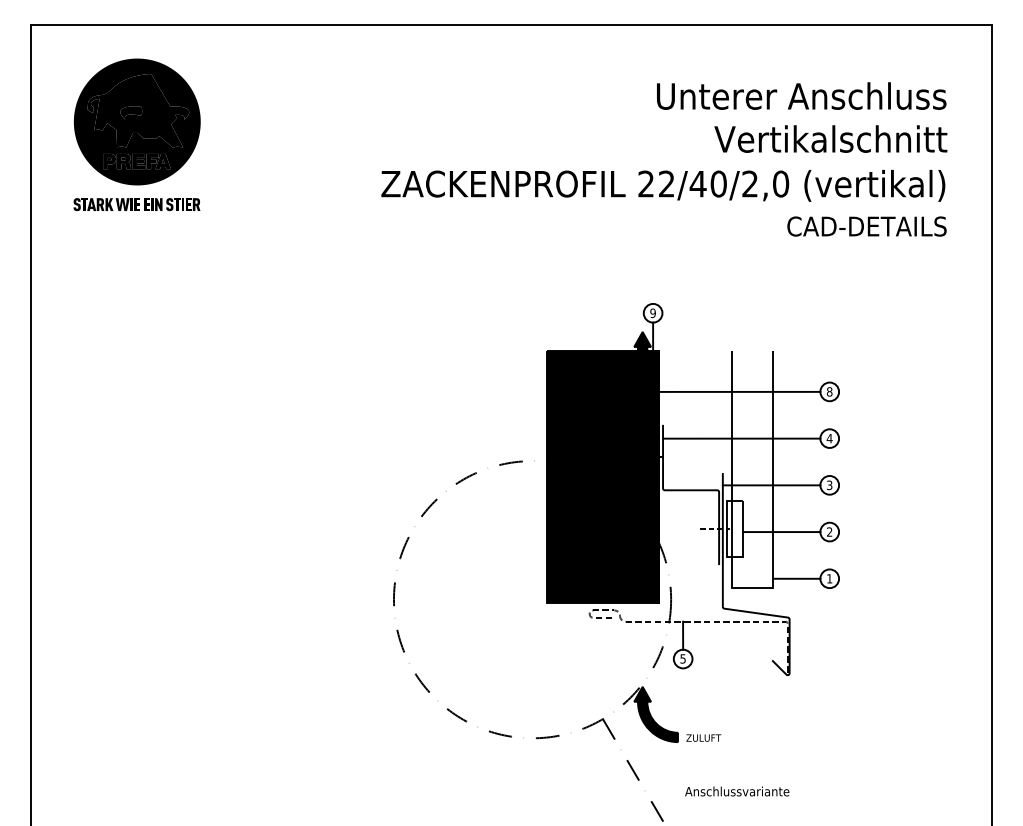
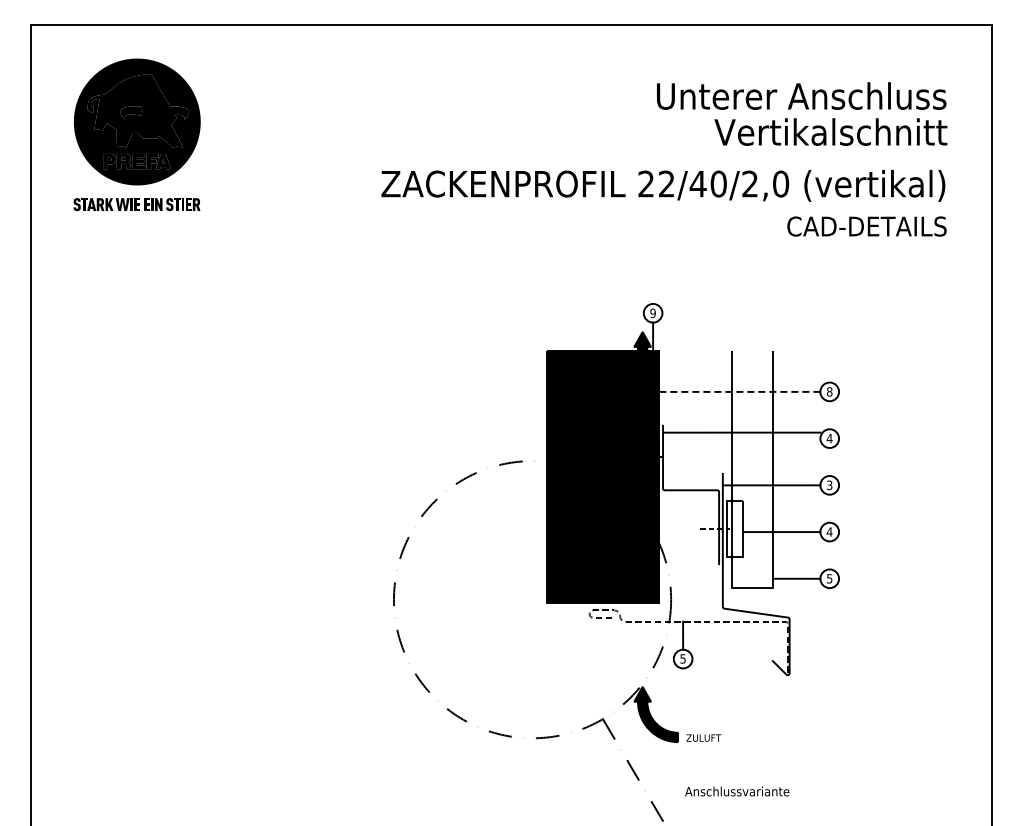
text at (830, 138) position: (830, 138) -> (830, 131)
line at (739, 391): solid -> dashed
line at (741, 438) position: (741, 438) -> (741, 432)
text at (829, 531): 2 -> 4
text at (829, 578): 1 -> 5
